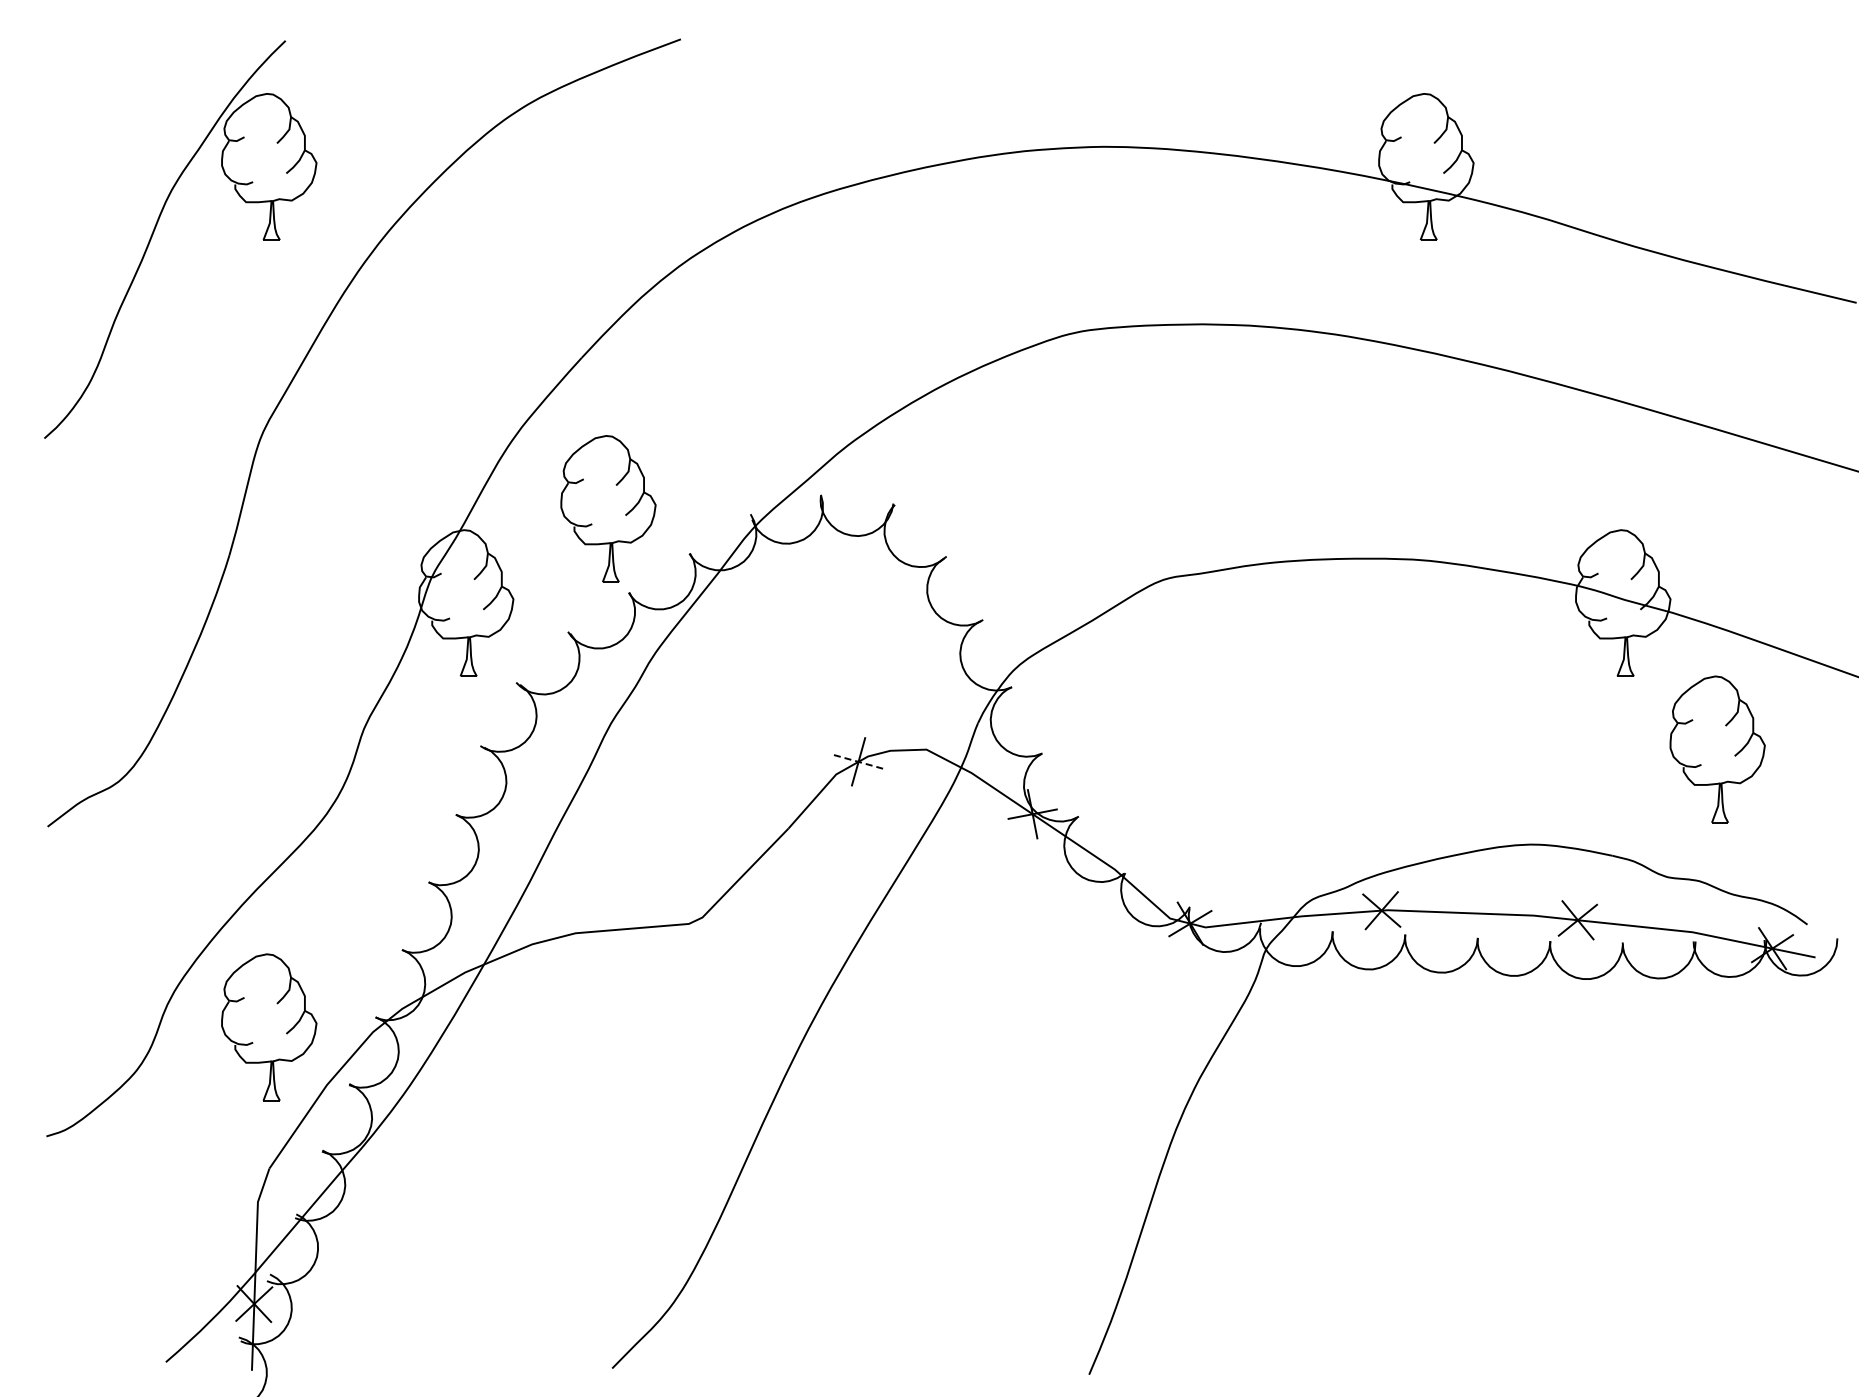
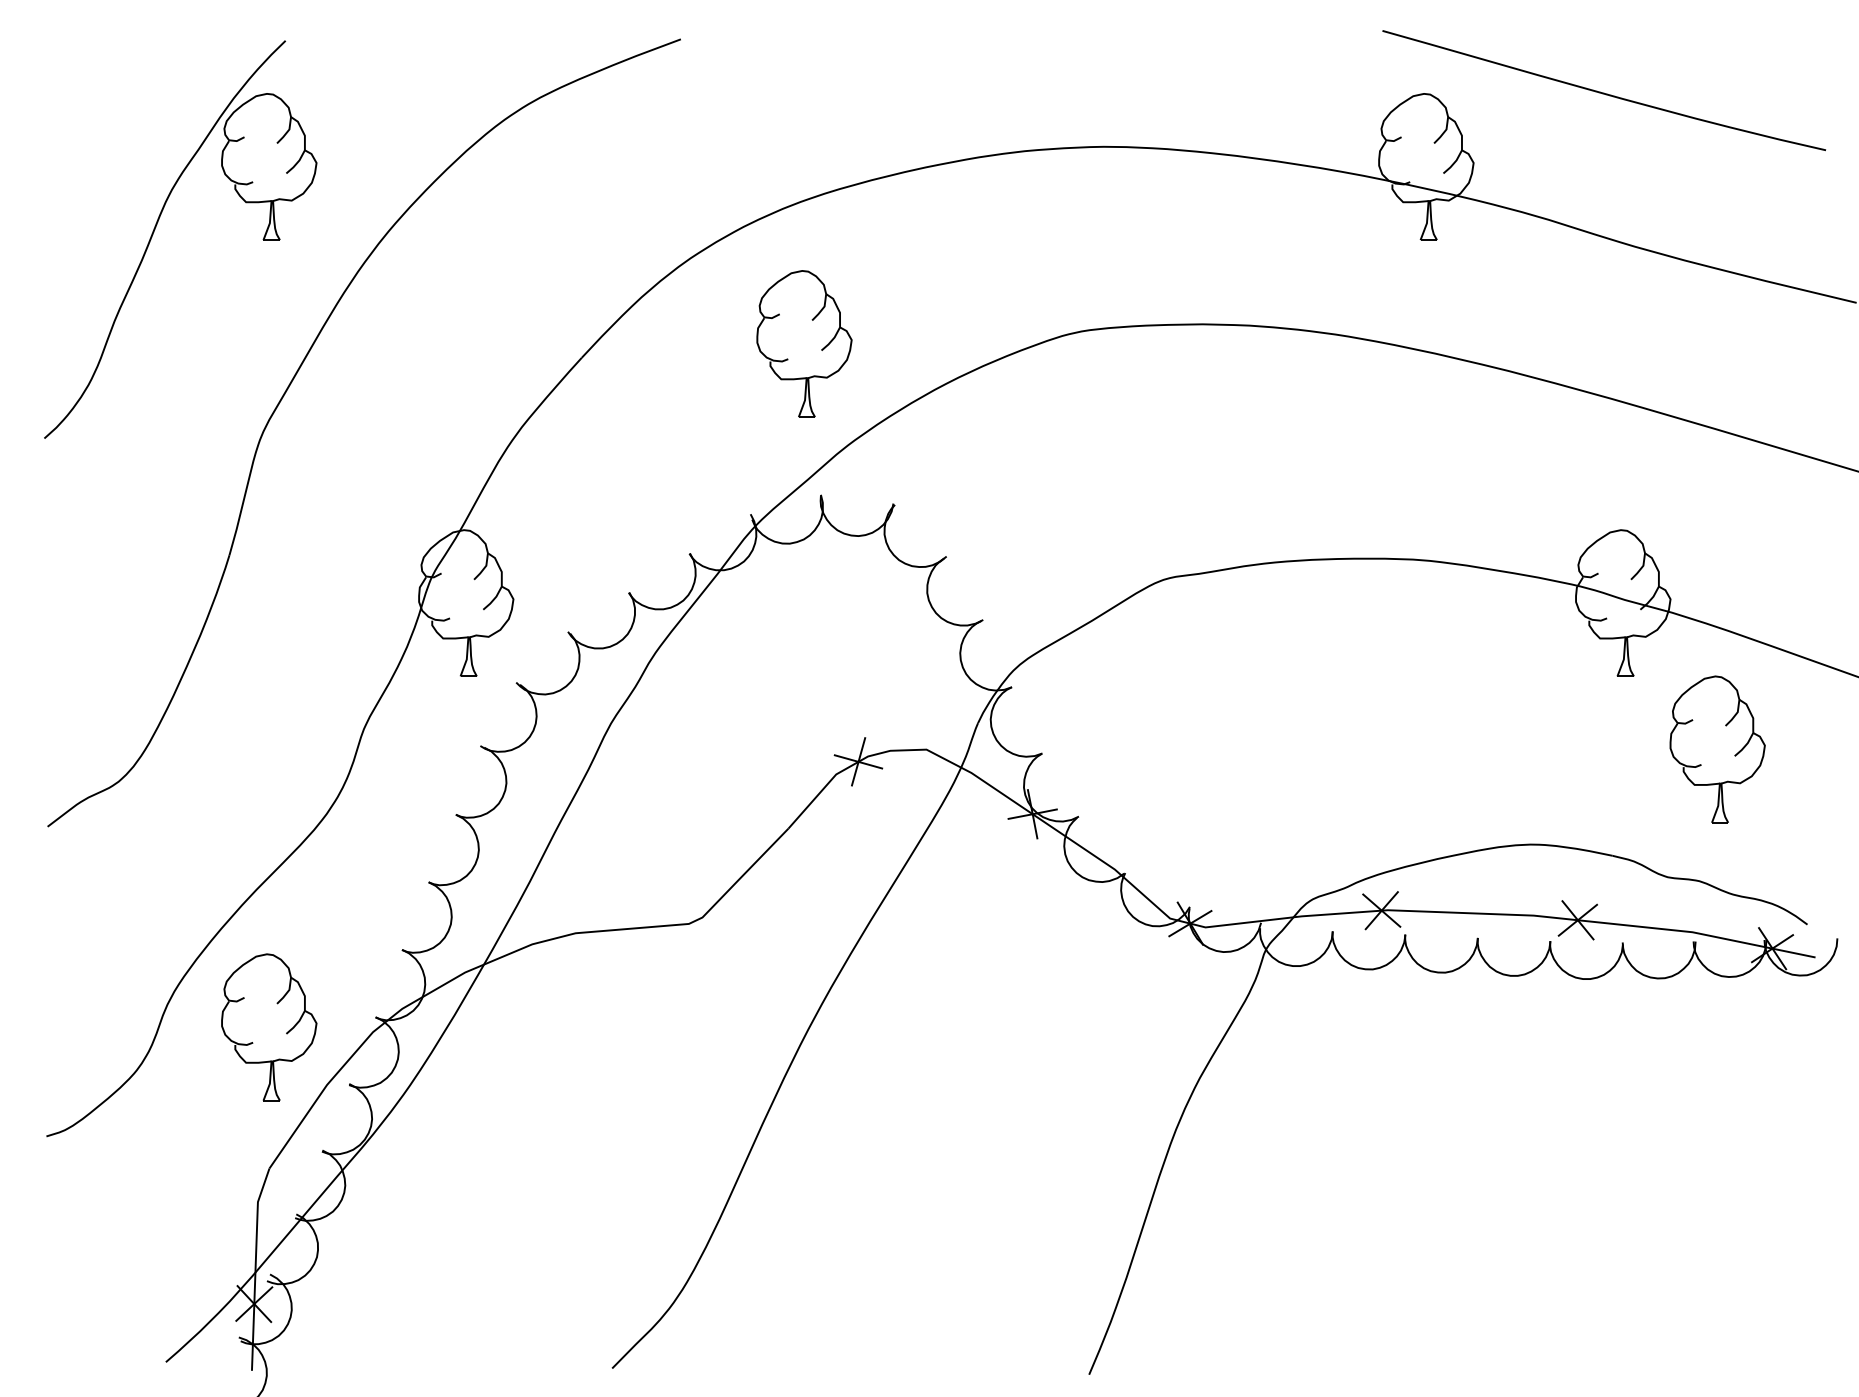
curve at (1604, 92): none -> present
part at (608, 508) position: (608, 508) -> (804, 343)
line at (858, 761): dashed -> solid
